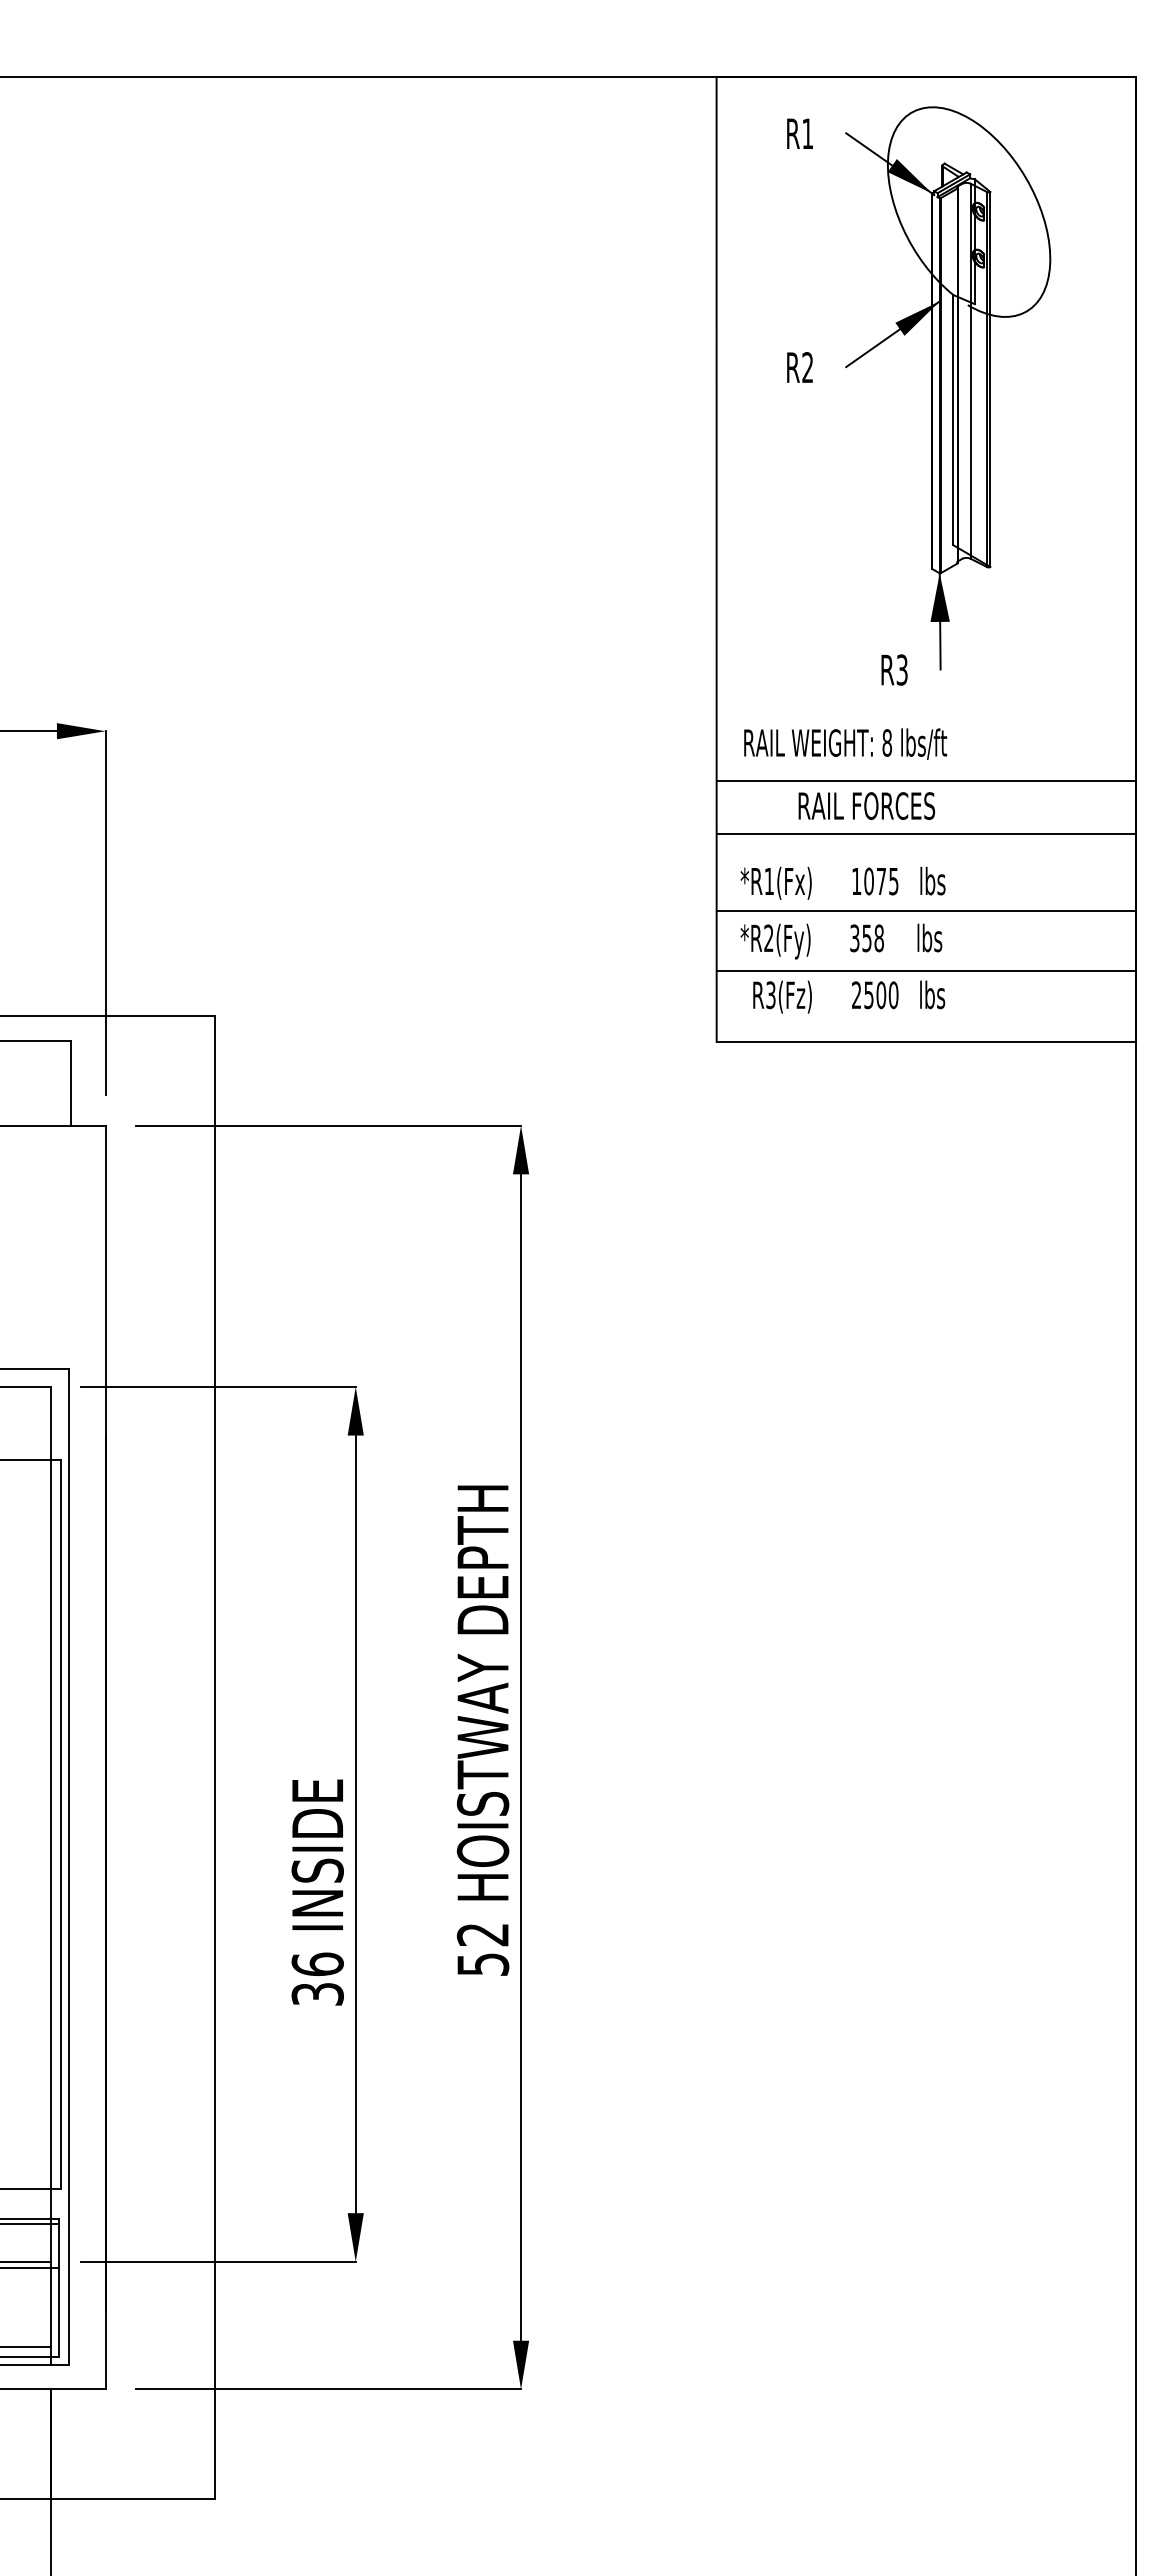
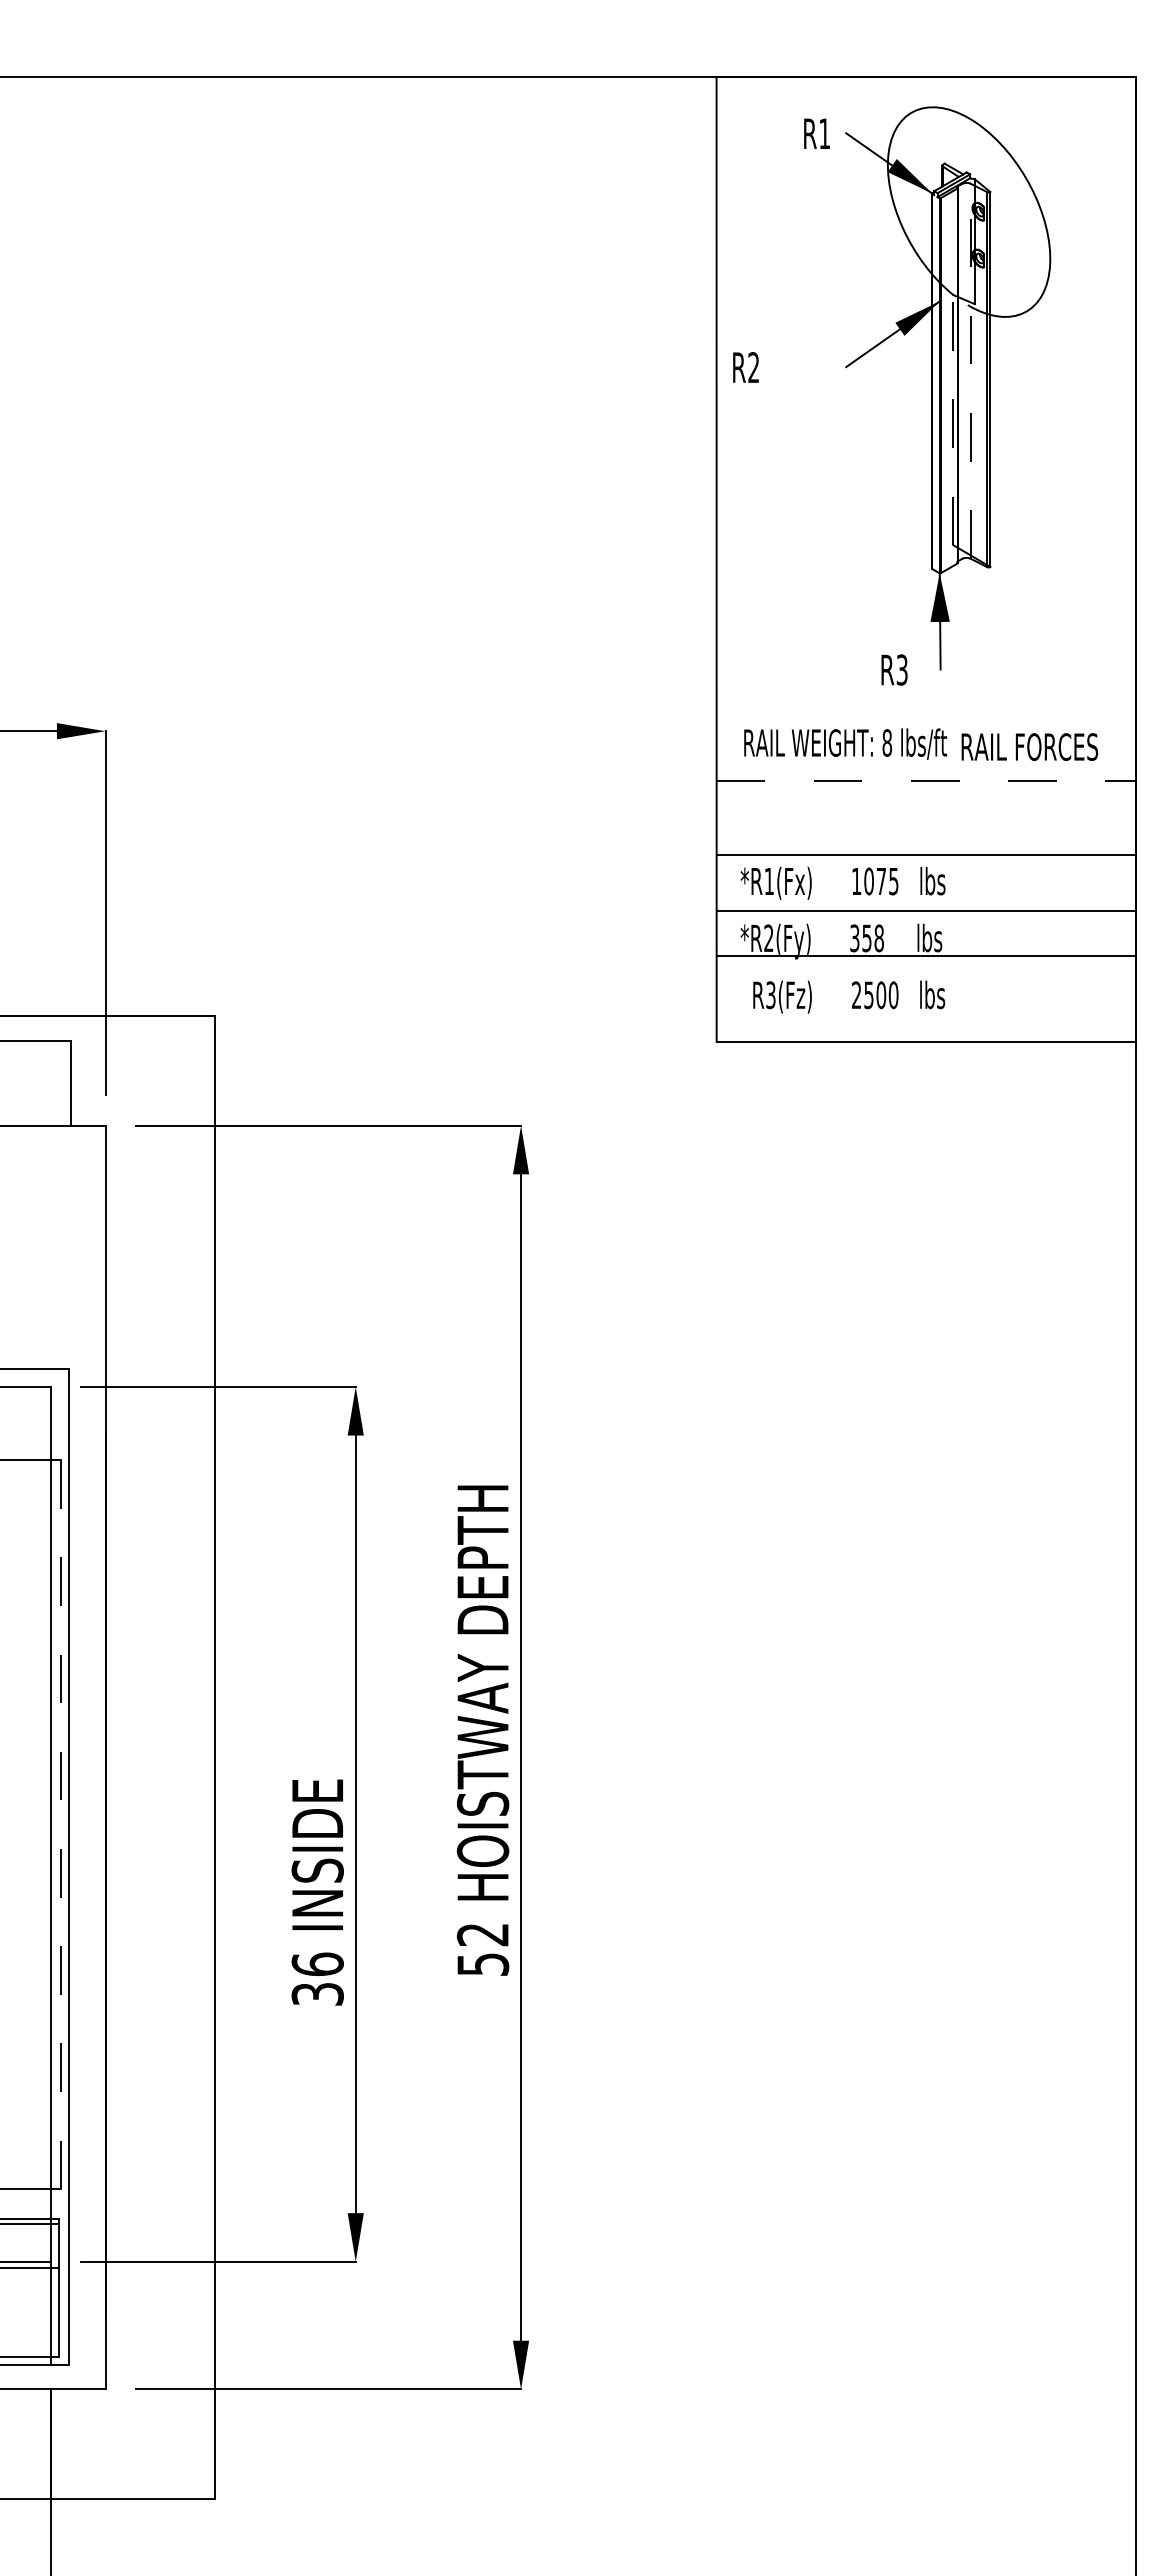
text at (799, 133) position: (799, 133) -> (816, 133)
text at (799, 367) position: (799, 367) -> (745, 367)
line at (970, 371): solid -> dashed
line at (953, 419): solid -> dashed
line at (926, 781): solid -> dashed
text at (866, 805) position: (866, 805) -> (1029, 746)
line at (925, 833) position: (925, 833) -> (925, 854)
line at (925, 971) position: (925, 971) -> (925, 956)
line at (61, 1824): solid -> dashed
line at (26, 2346): present -> none
